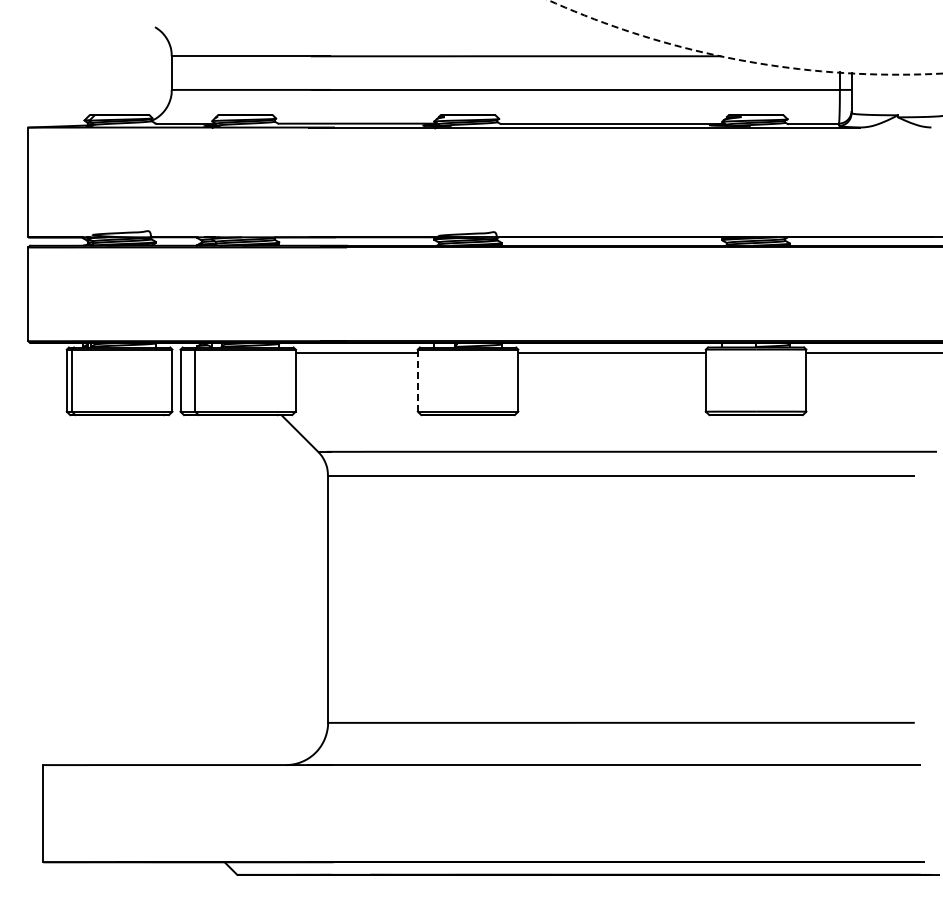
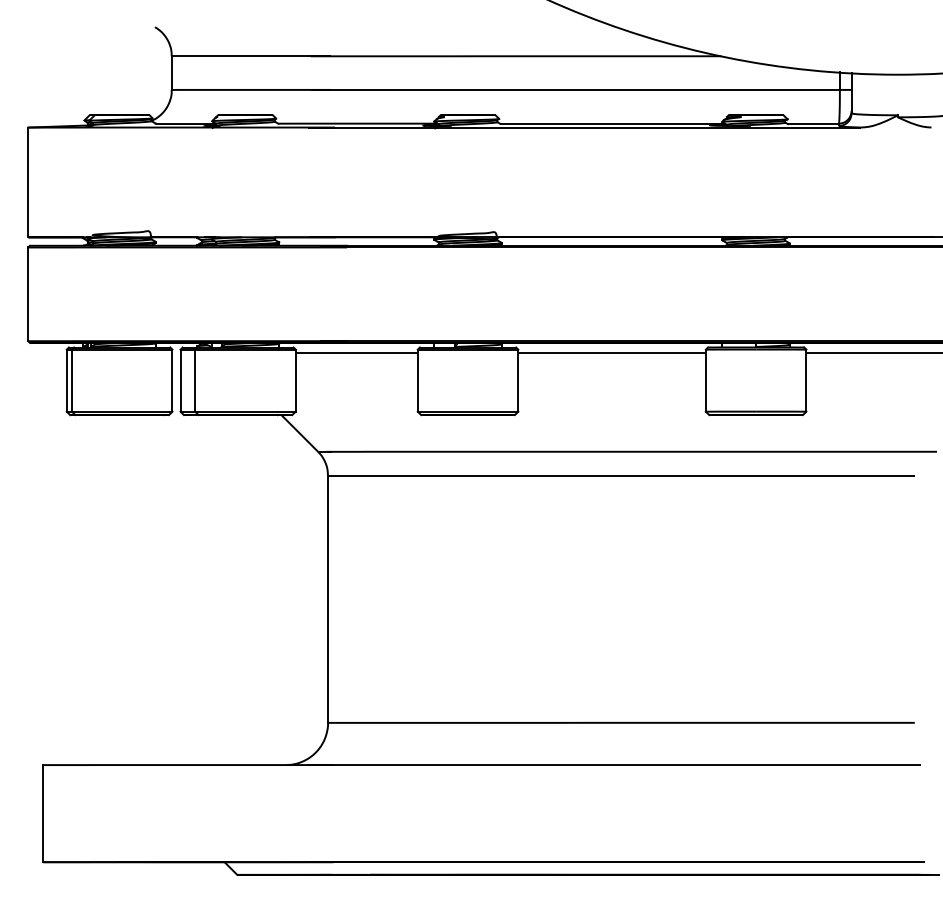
circle at (744, 37): dashed -> solid
line at (417, 381): dashed -> solid
